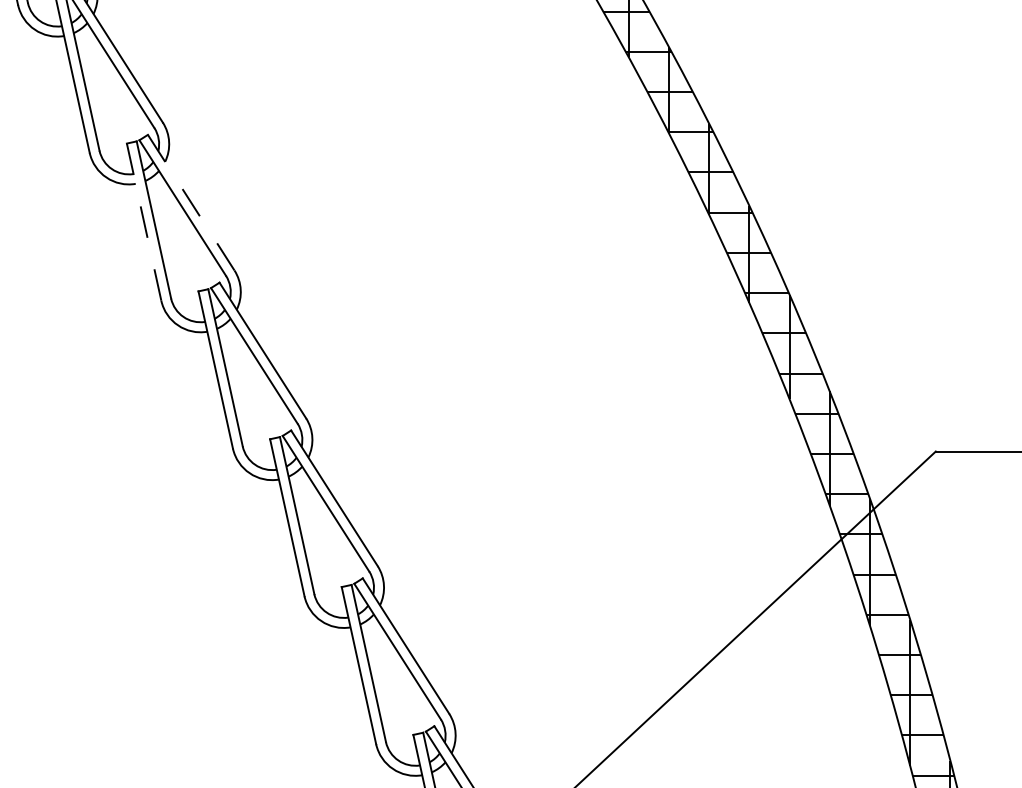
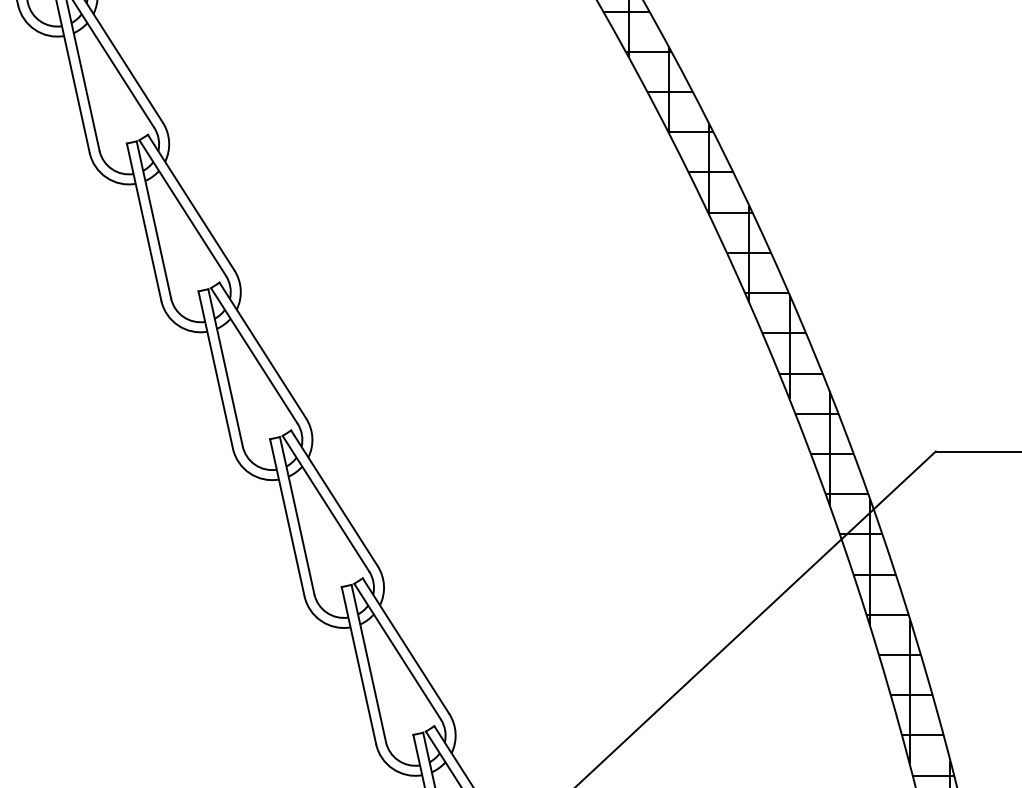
line at (191, 203): dashed -> solid
line at (144, 222): dashed -> solid
